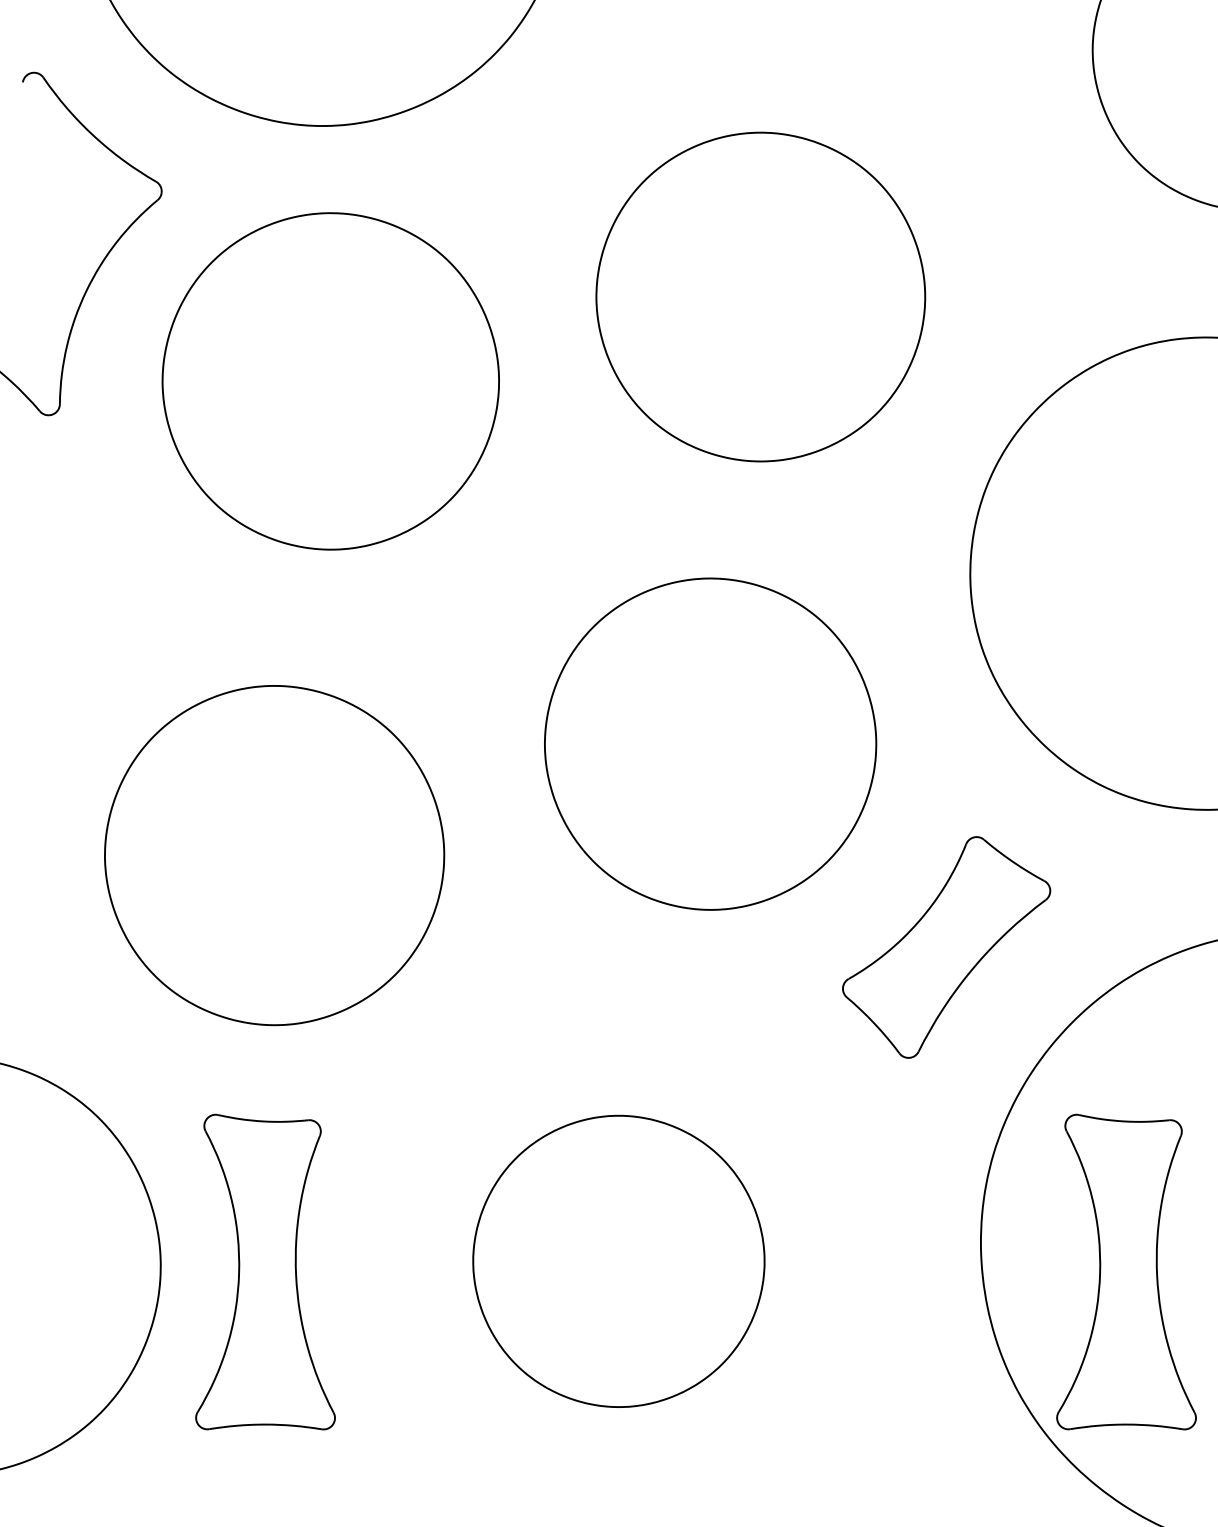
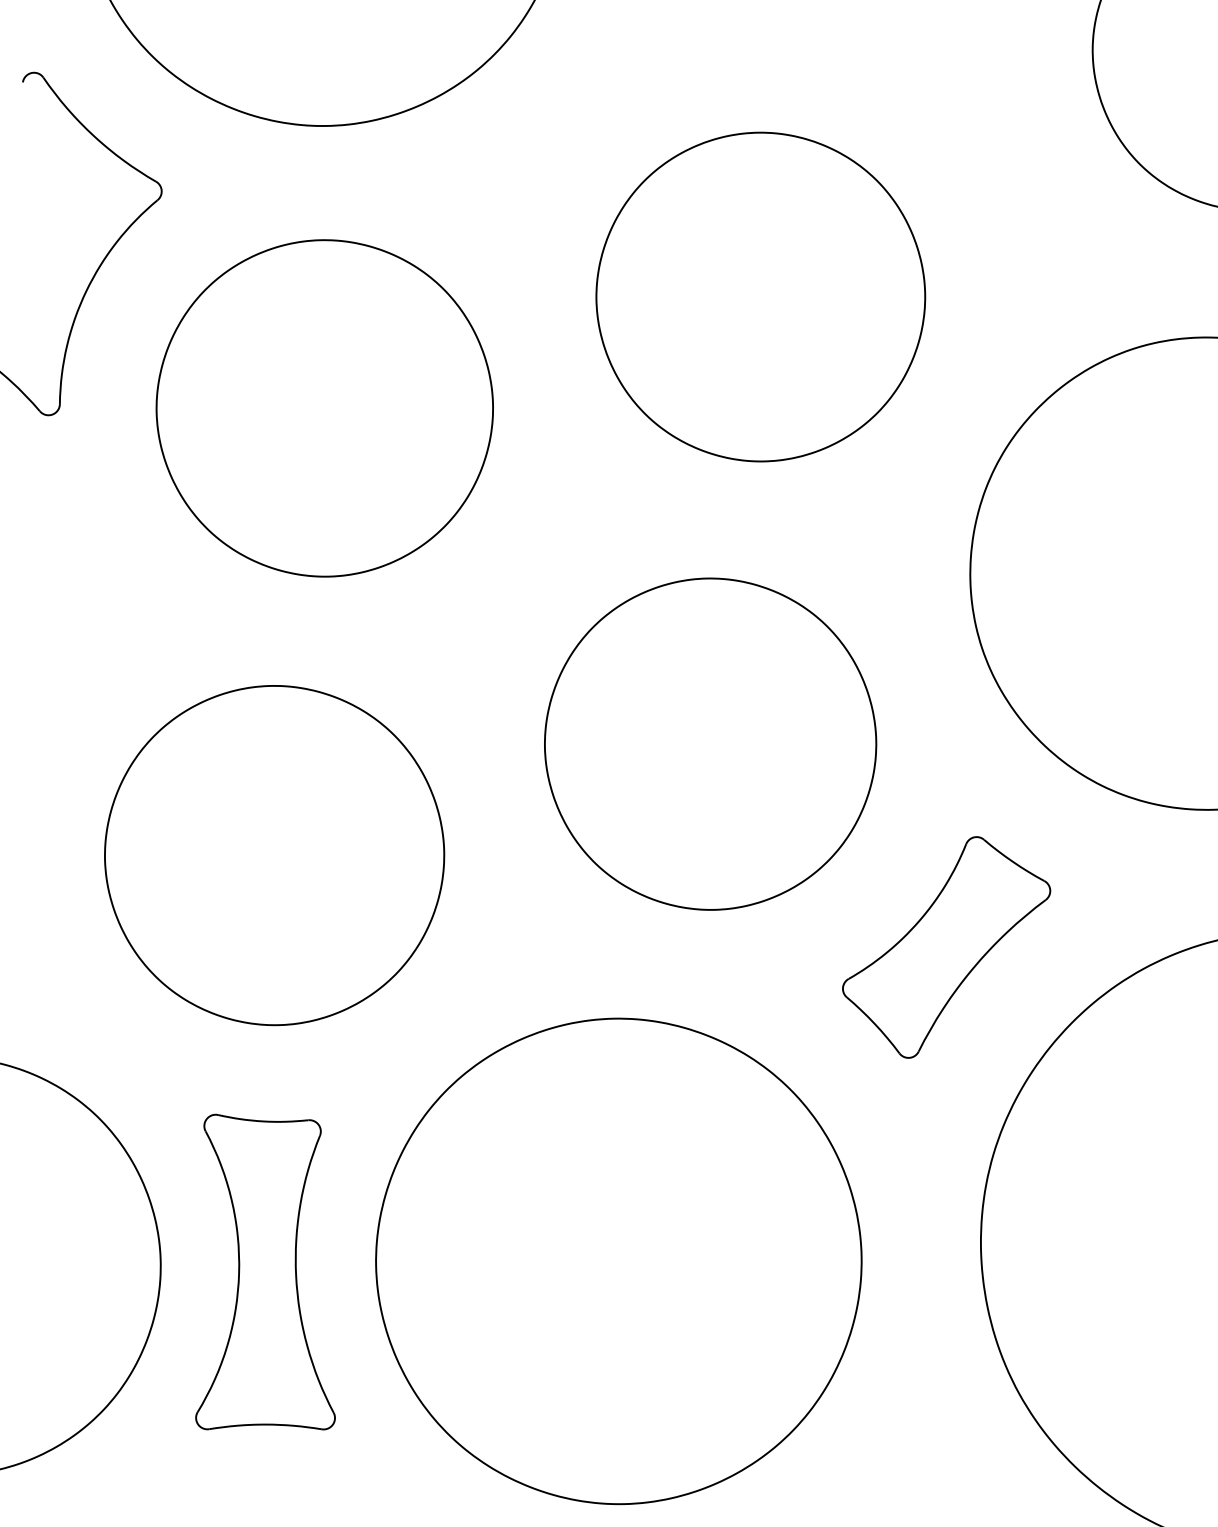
part at (330, 381) position: (330, 381) -> (324, 408)
part at (618, 1260) size: 294x294 px -> 488x489 px
part at (1126, 1271): present -> none
